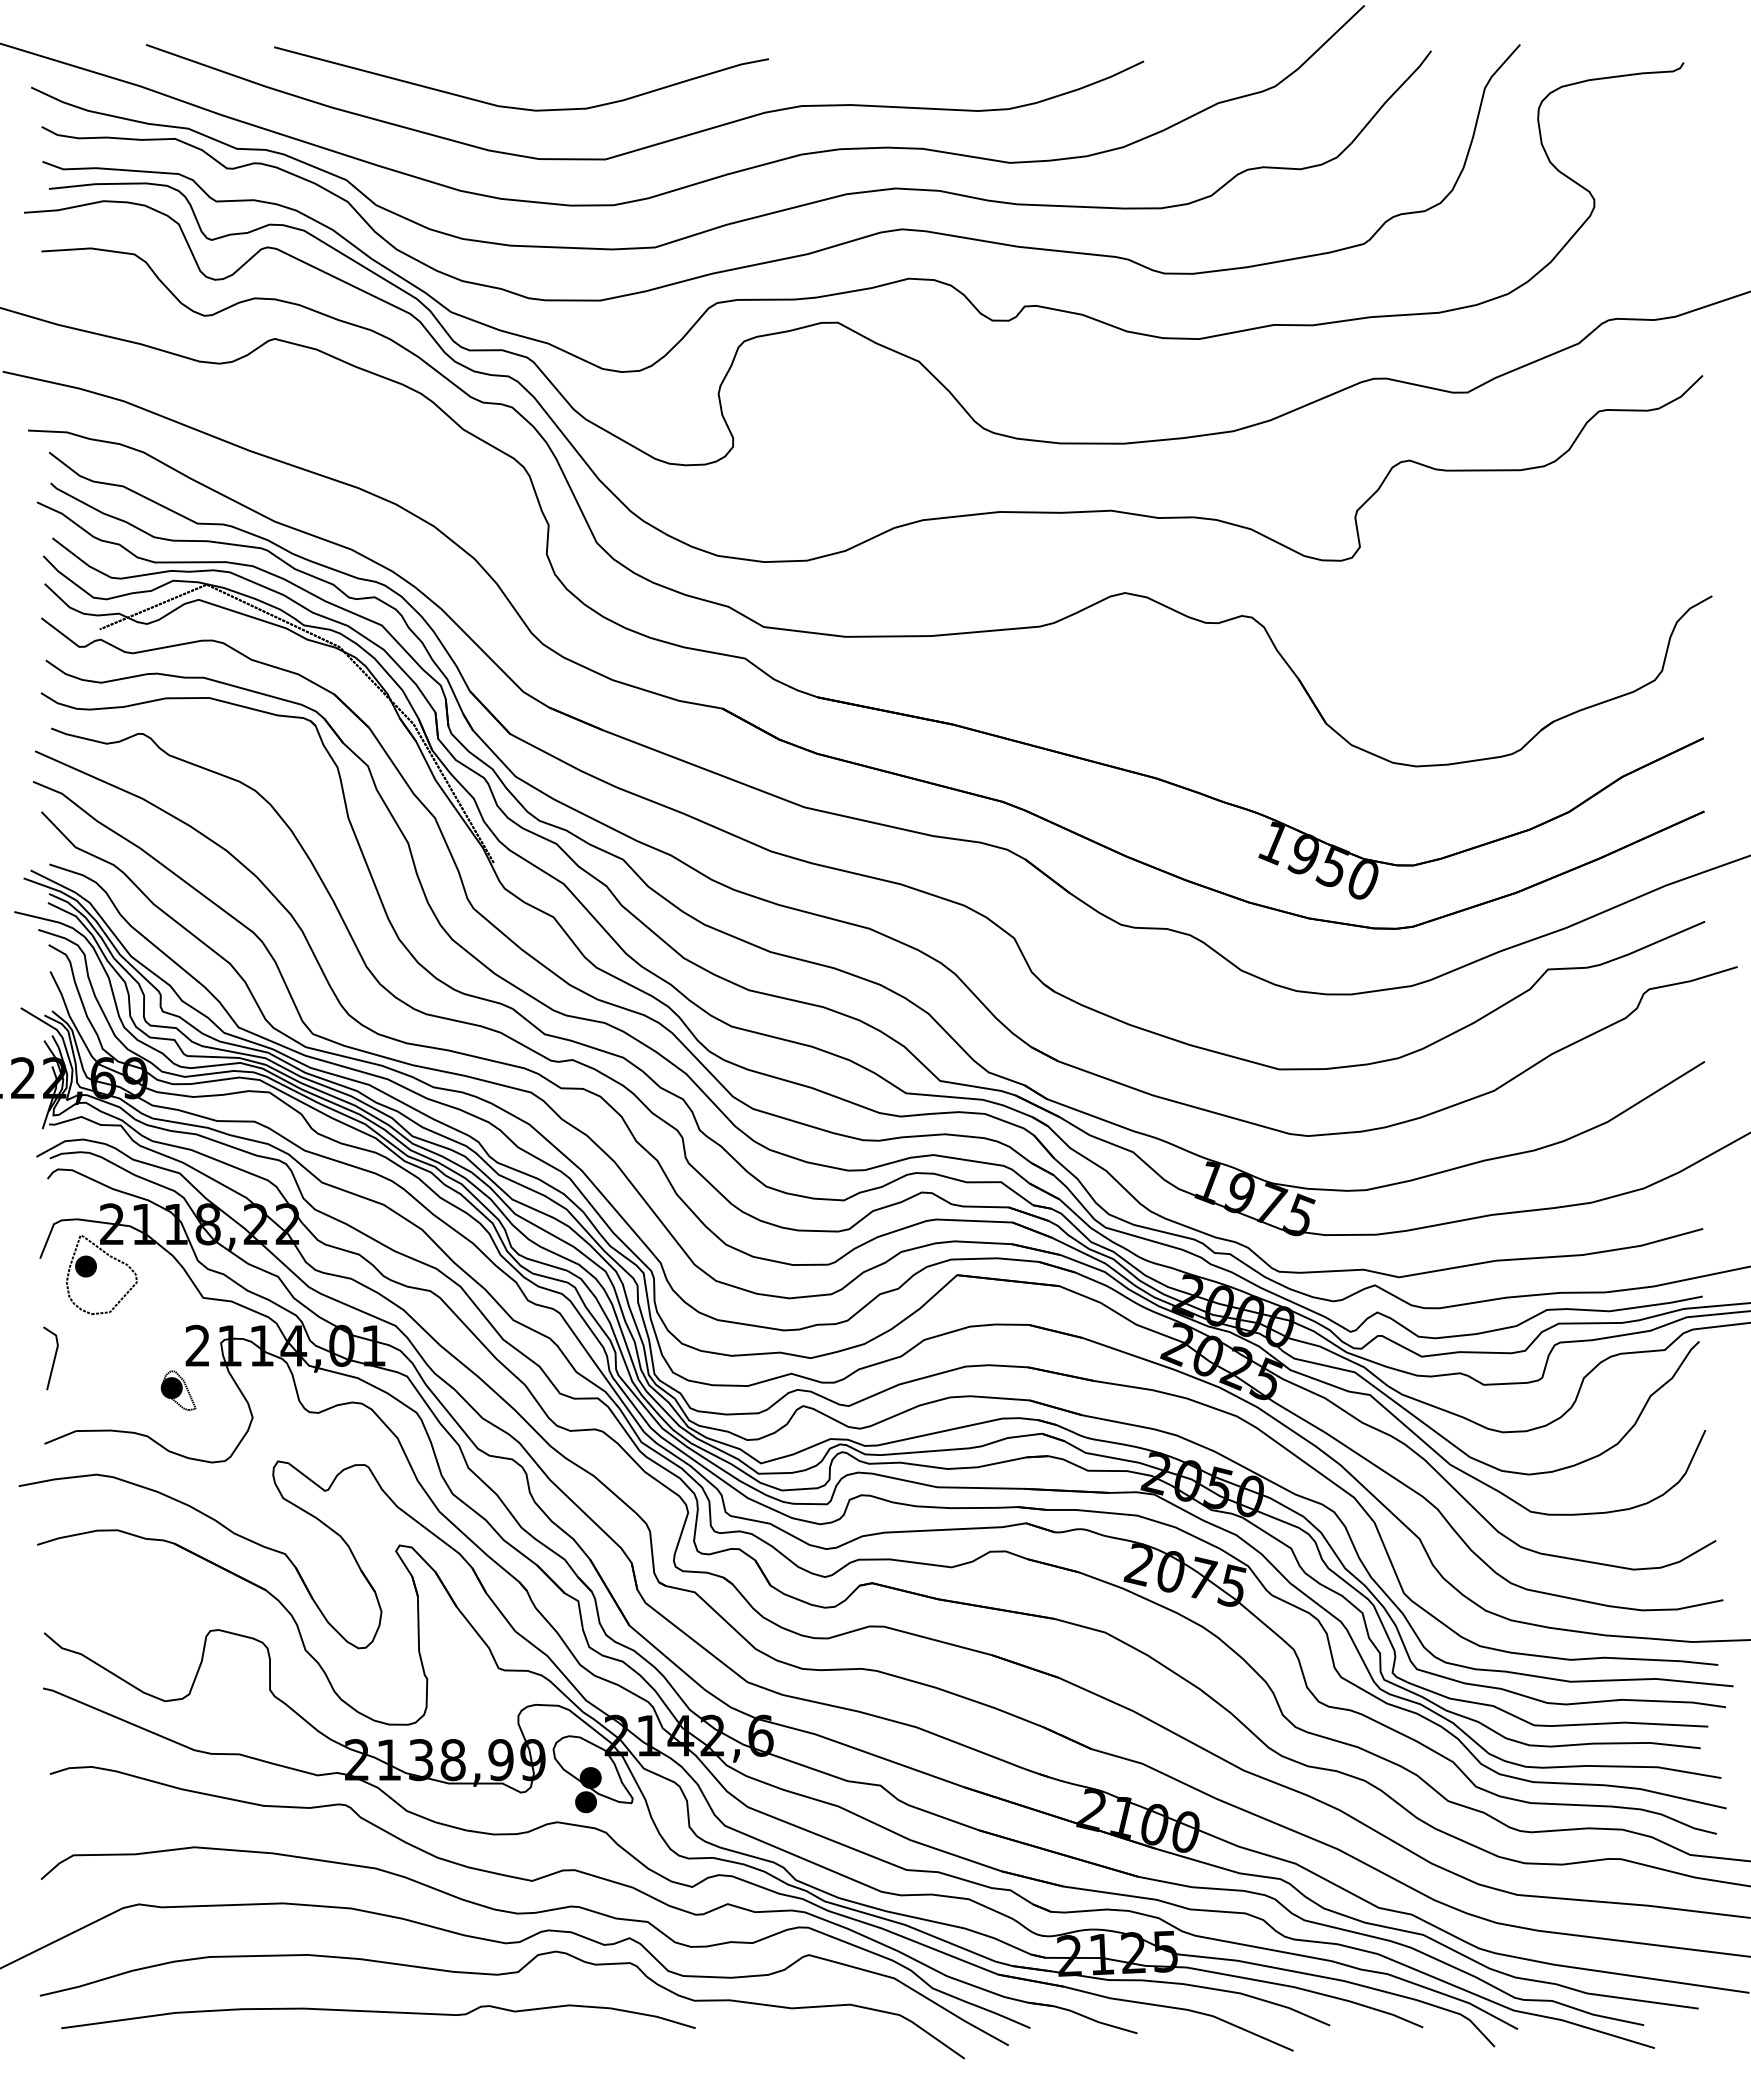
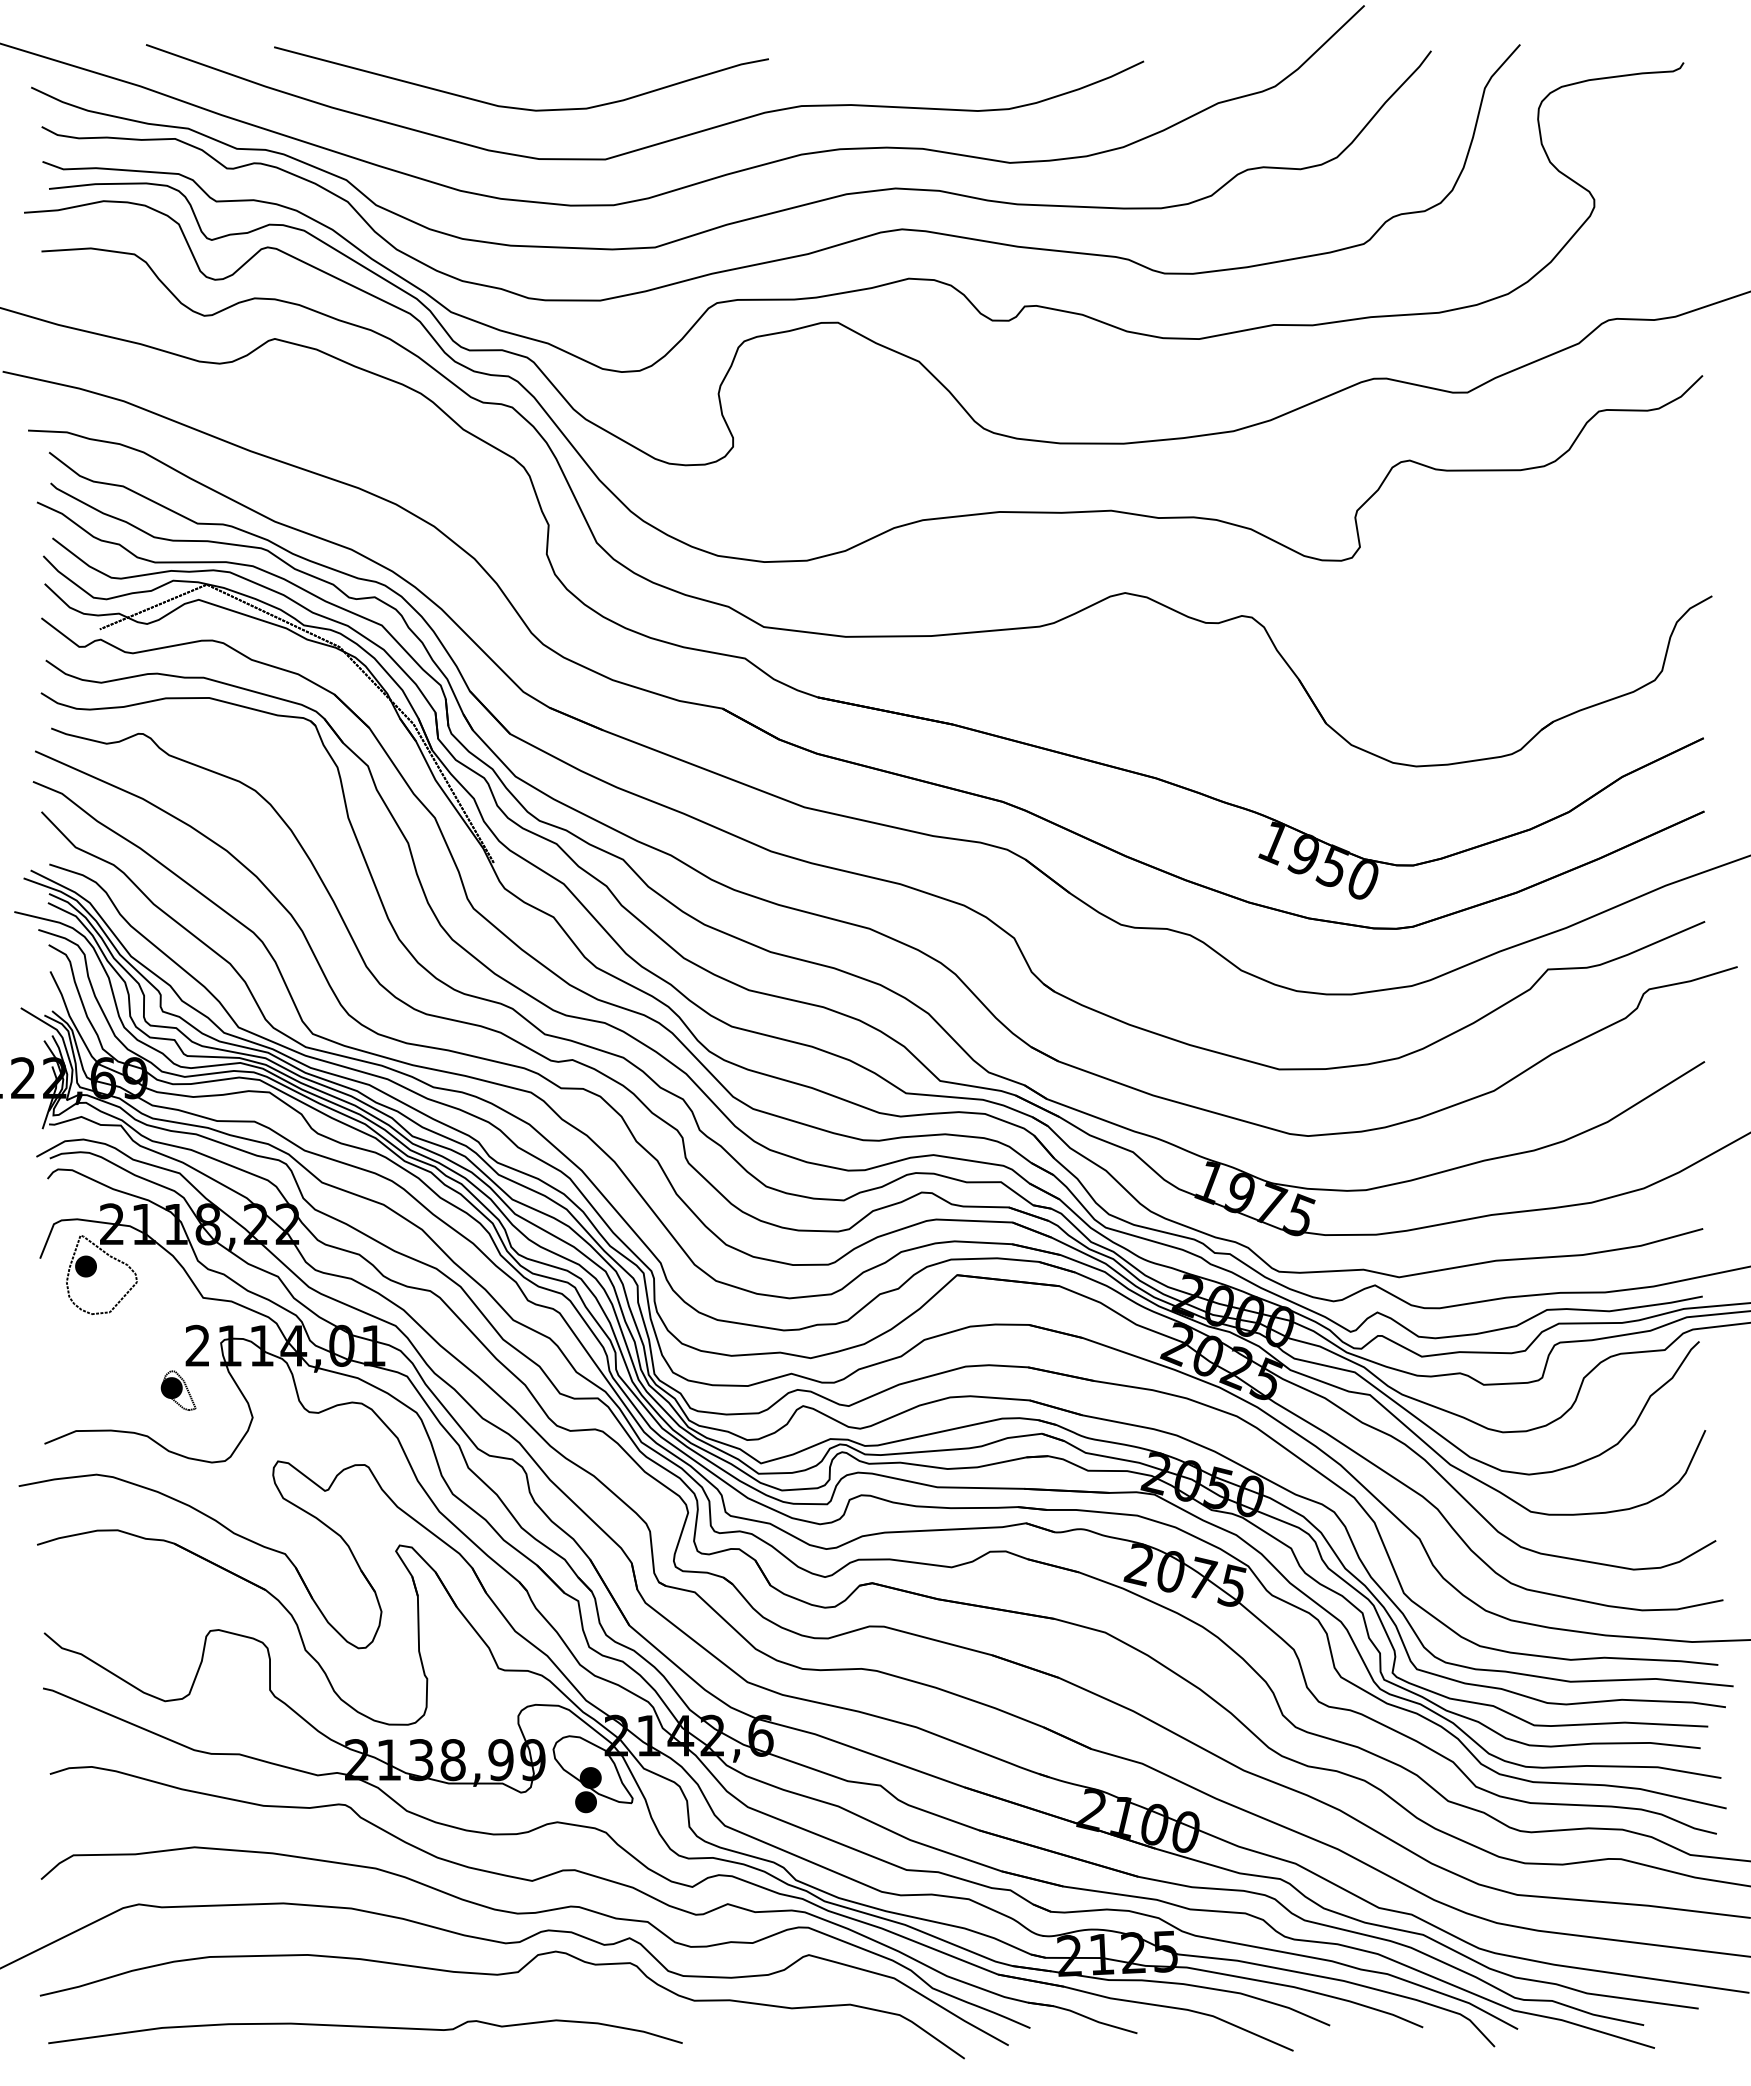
line at (53, 1358): present -> none
curve at (378, 2012) position: (378, 2012) -> (365, 2027)
